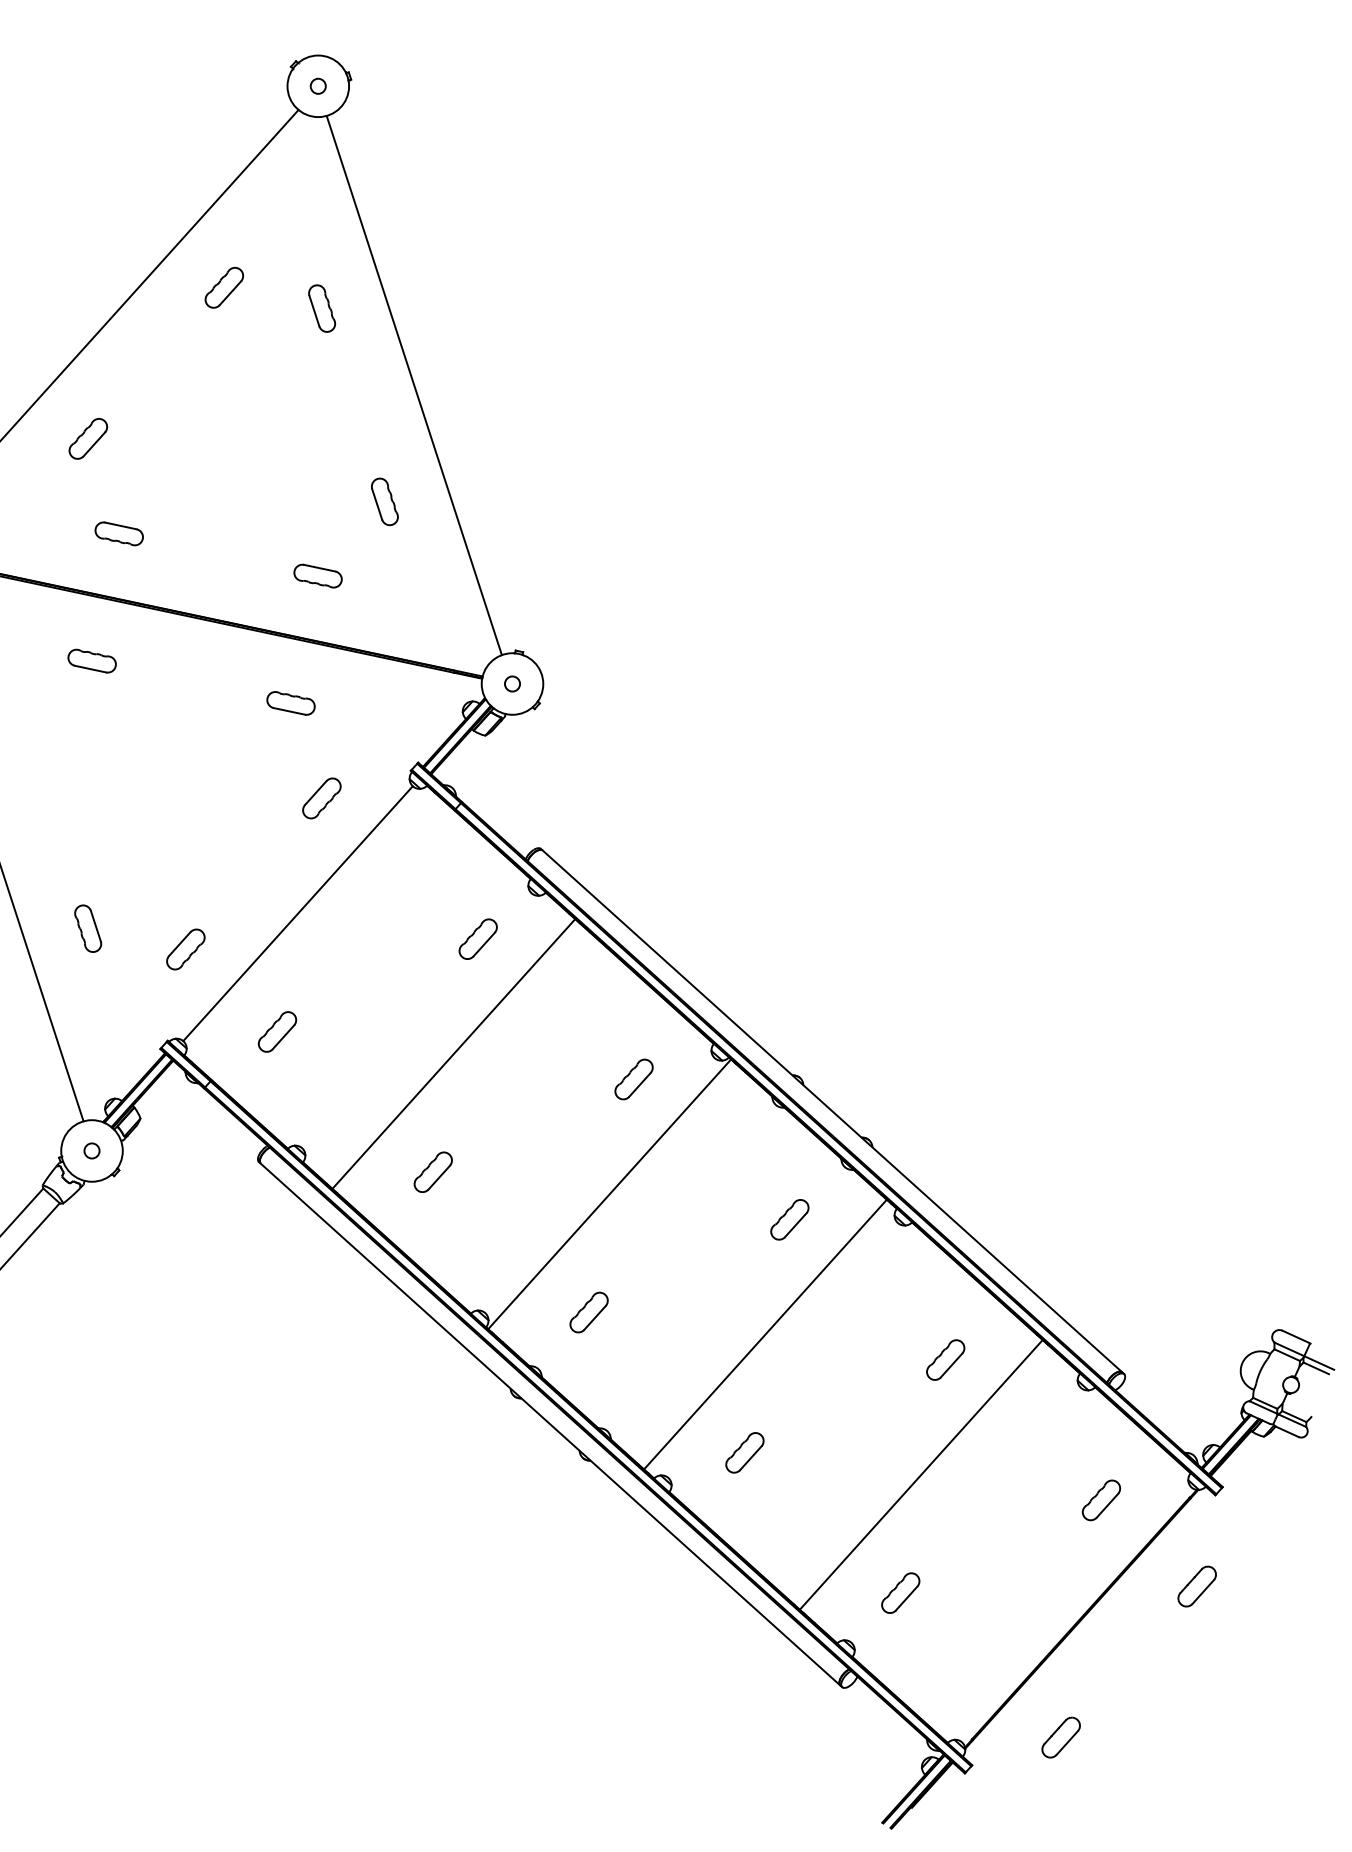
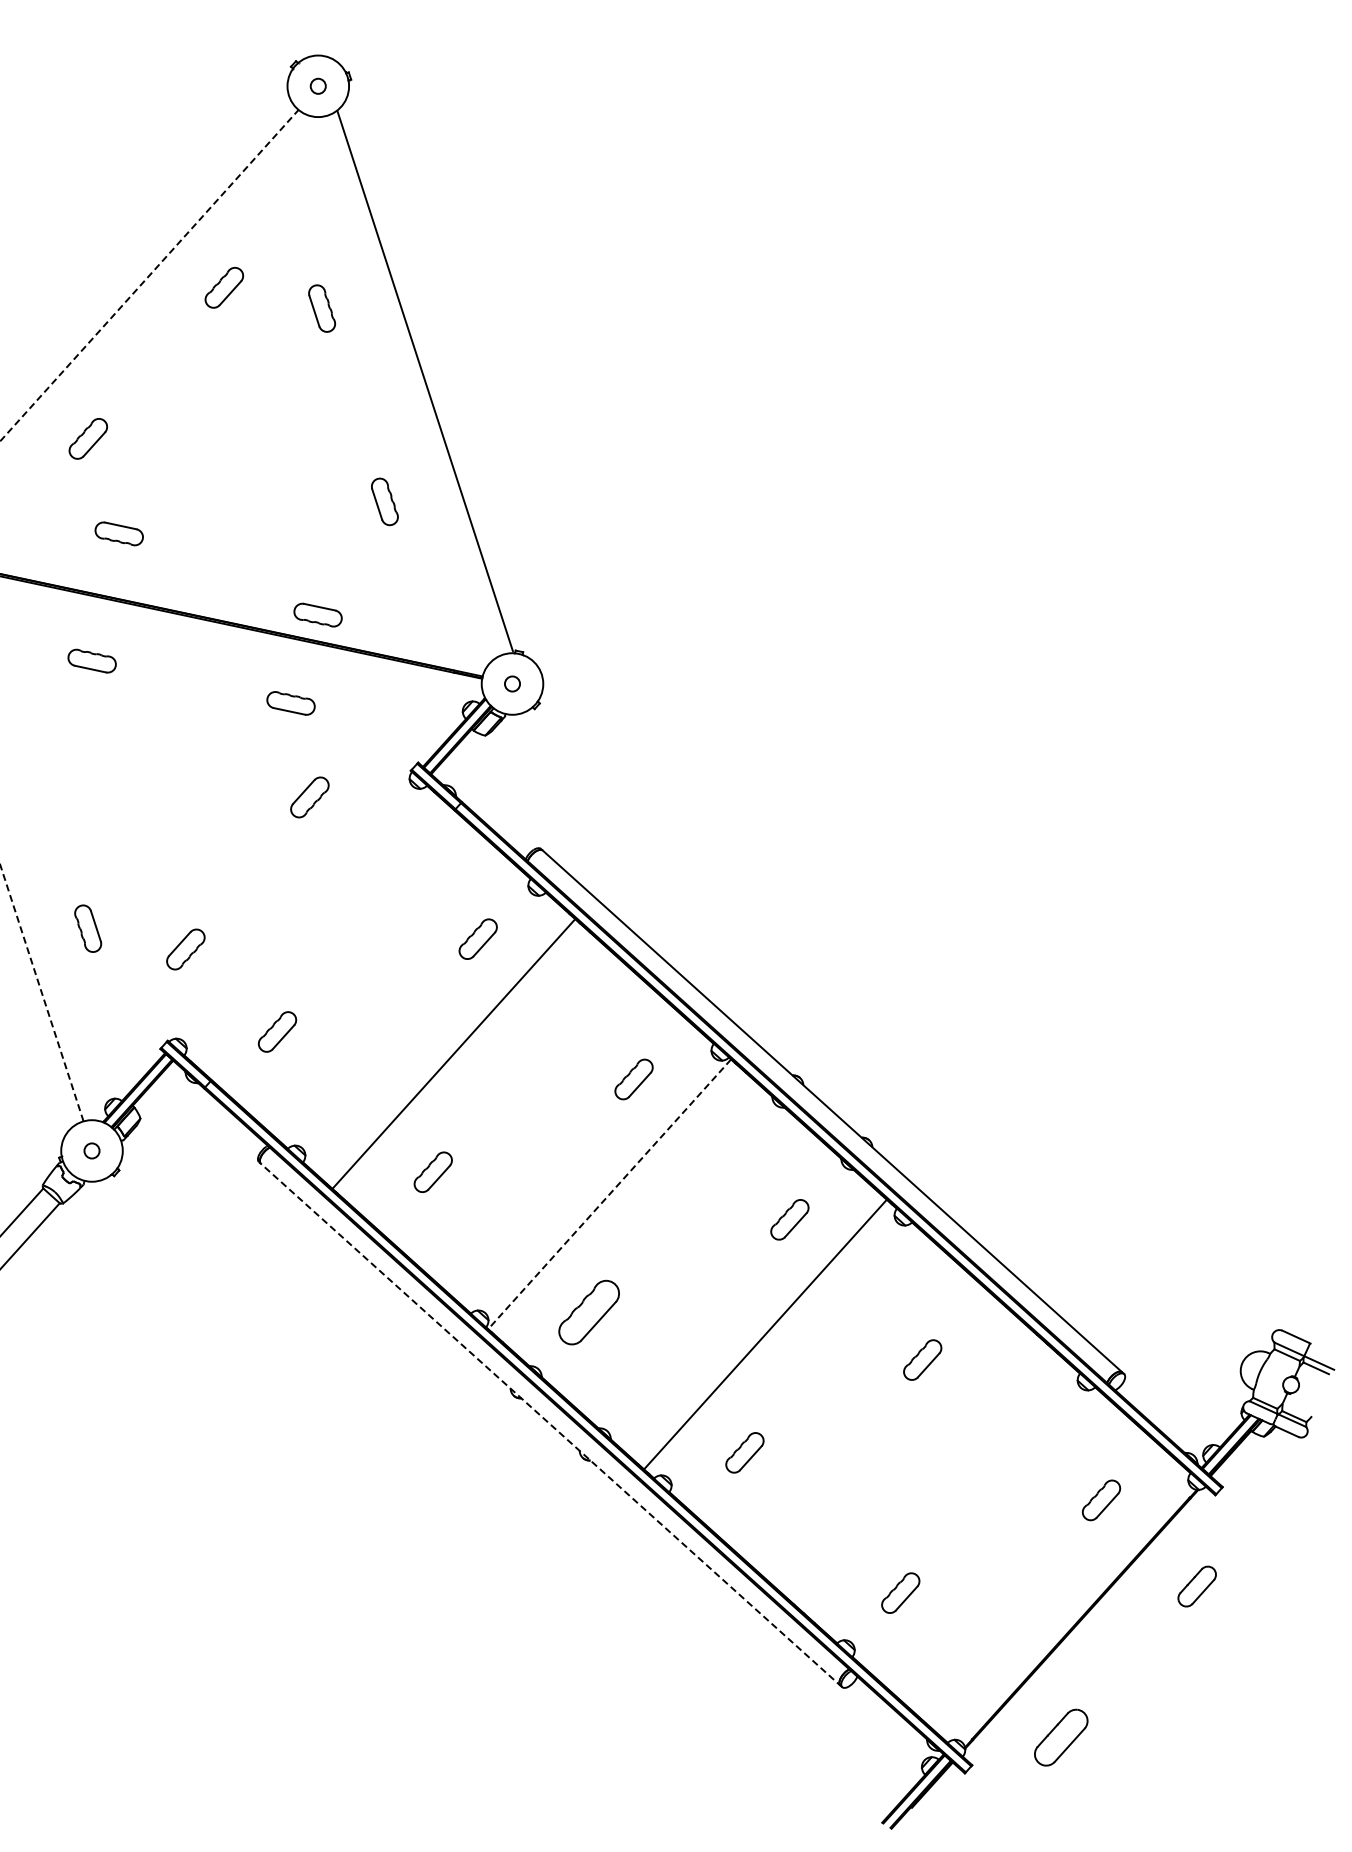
line at (149, 275): solid -> dashed
line at (413, 385) position: (413, 385) -> (424, 381)
part at (317, 575) position: (317, 575) -> (317, 614)
part at (321, 798) position: (321, 798) -> (309, 797)
line at (297, 913): present -> none
line at (41, 993): solid -> dashed
line at (609, 1194): solid -> dashed
part at (588, 1312) size: 40x43 px -> 62x67 px
part at (945, 1359) position: (945, 1359) -> (922, 1359)
line at (550, 1424): solid -> dashed
line at (920, 1474): present -> none
part at (1060, 1737) size: 40x43 px -> 55x59 px
